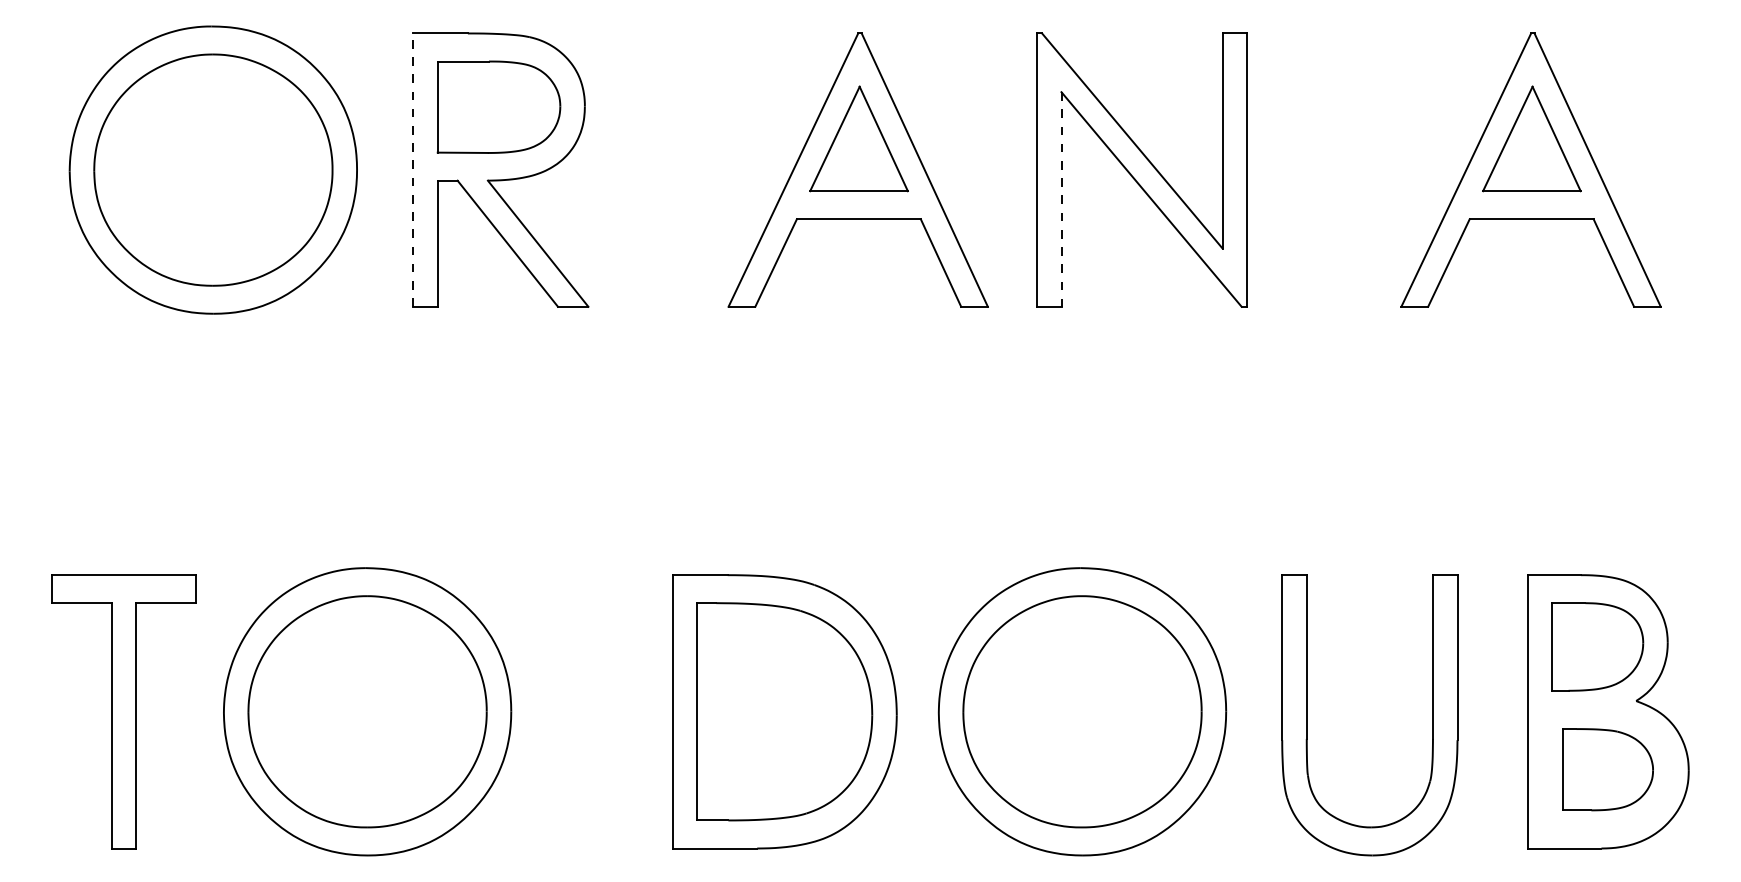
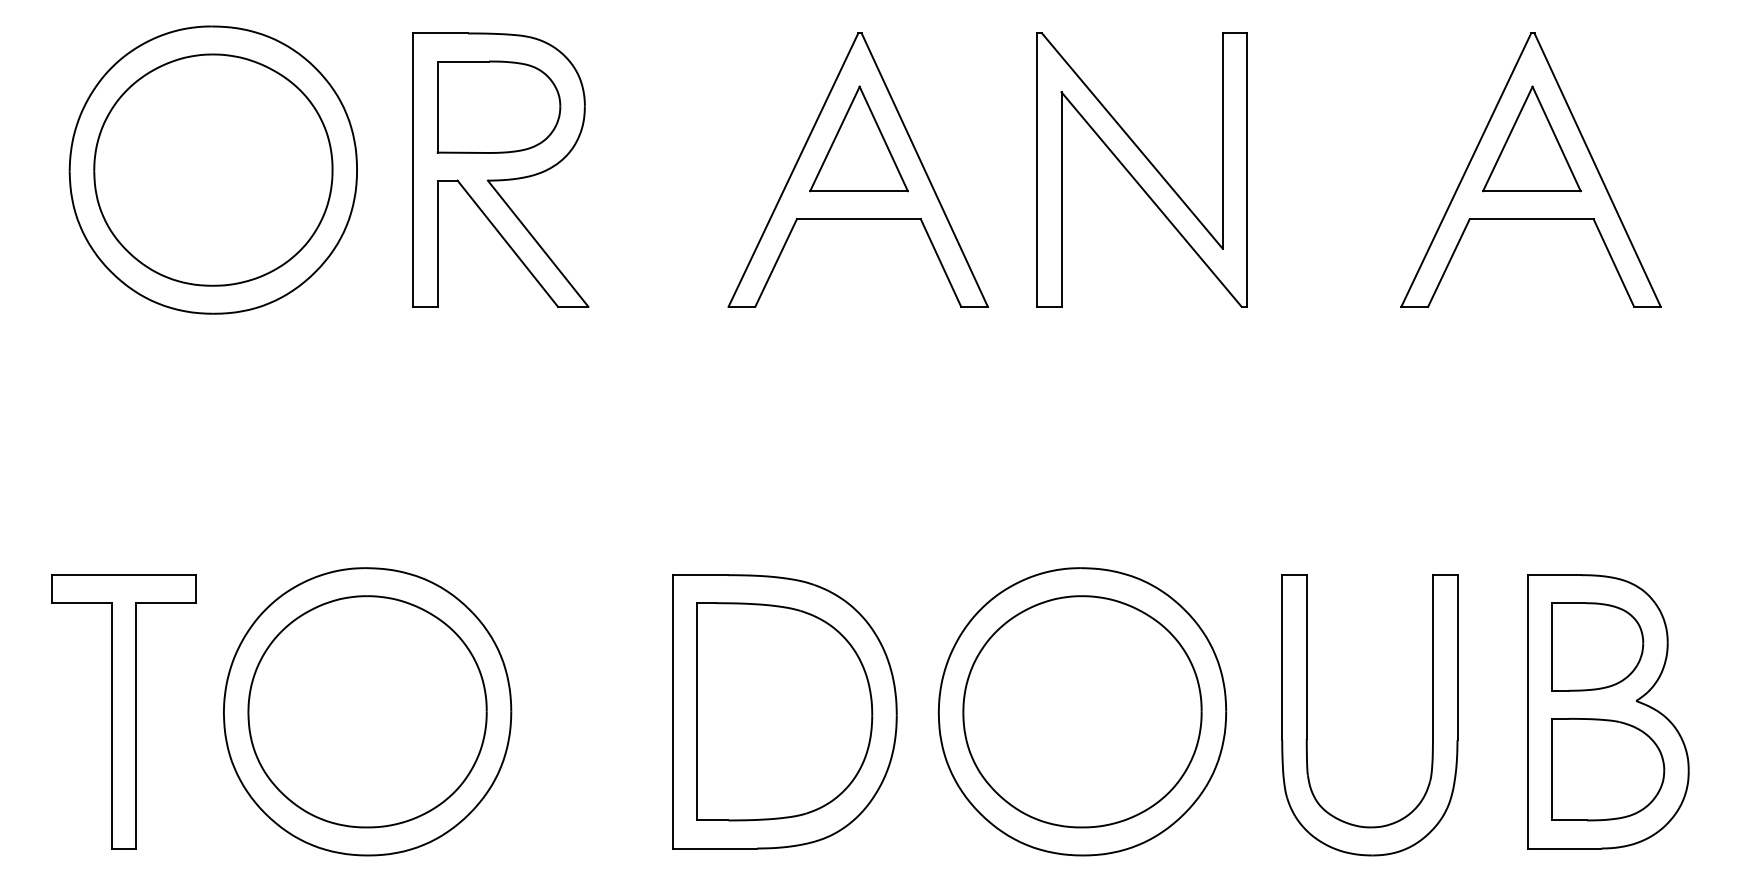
line at (413, 170): dashed -> solid
line at (1061, 200): dashed -> solid
part at (1607, 769) size: 92x84 px -> 115x104 px
